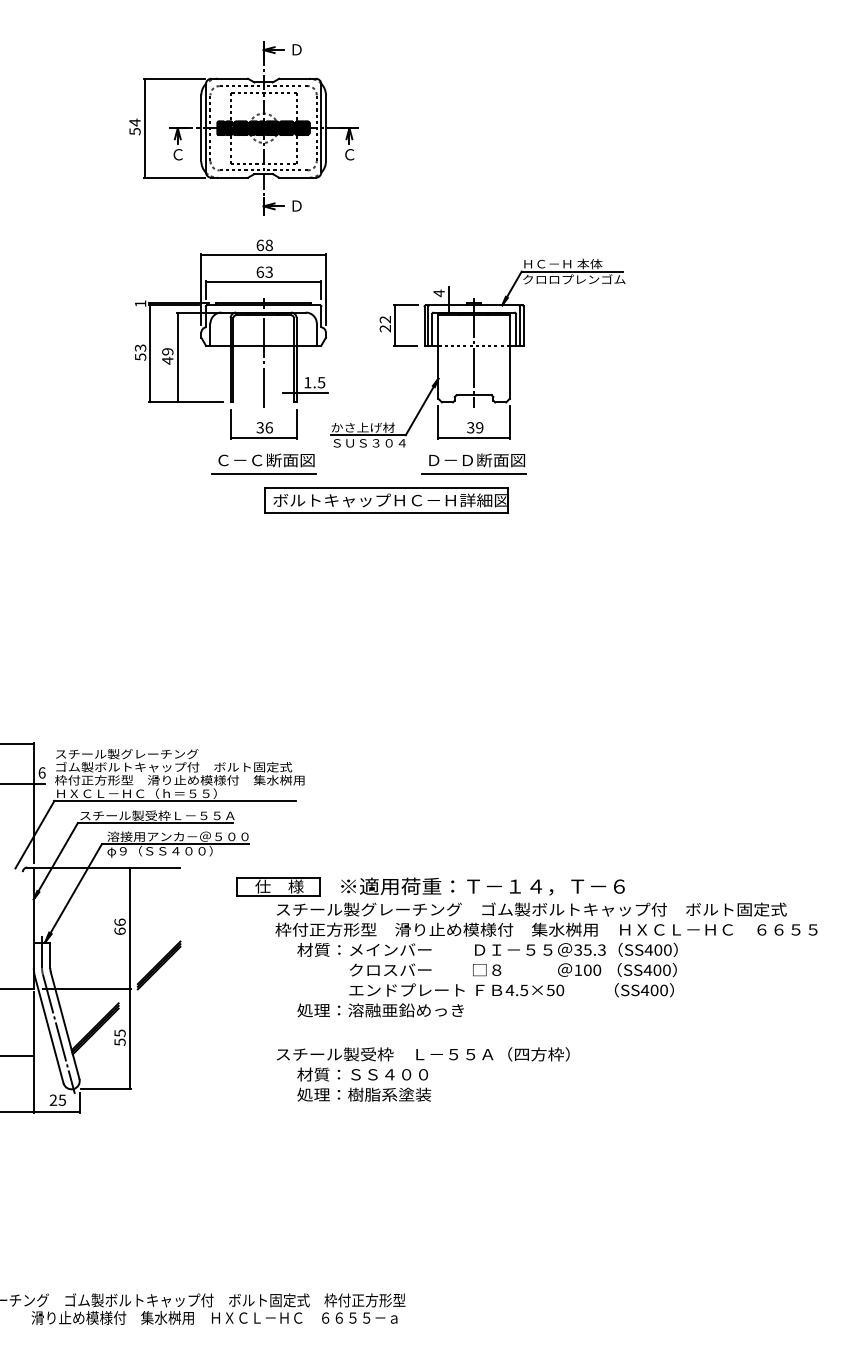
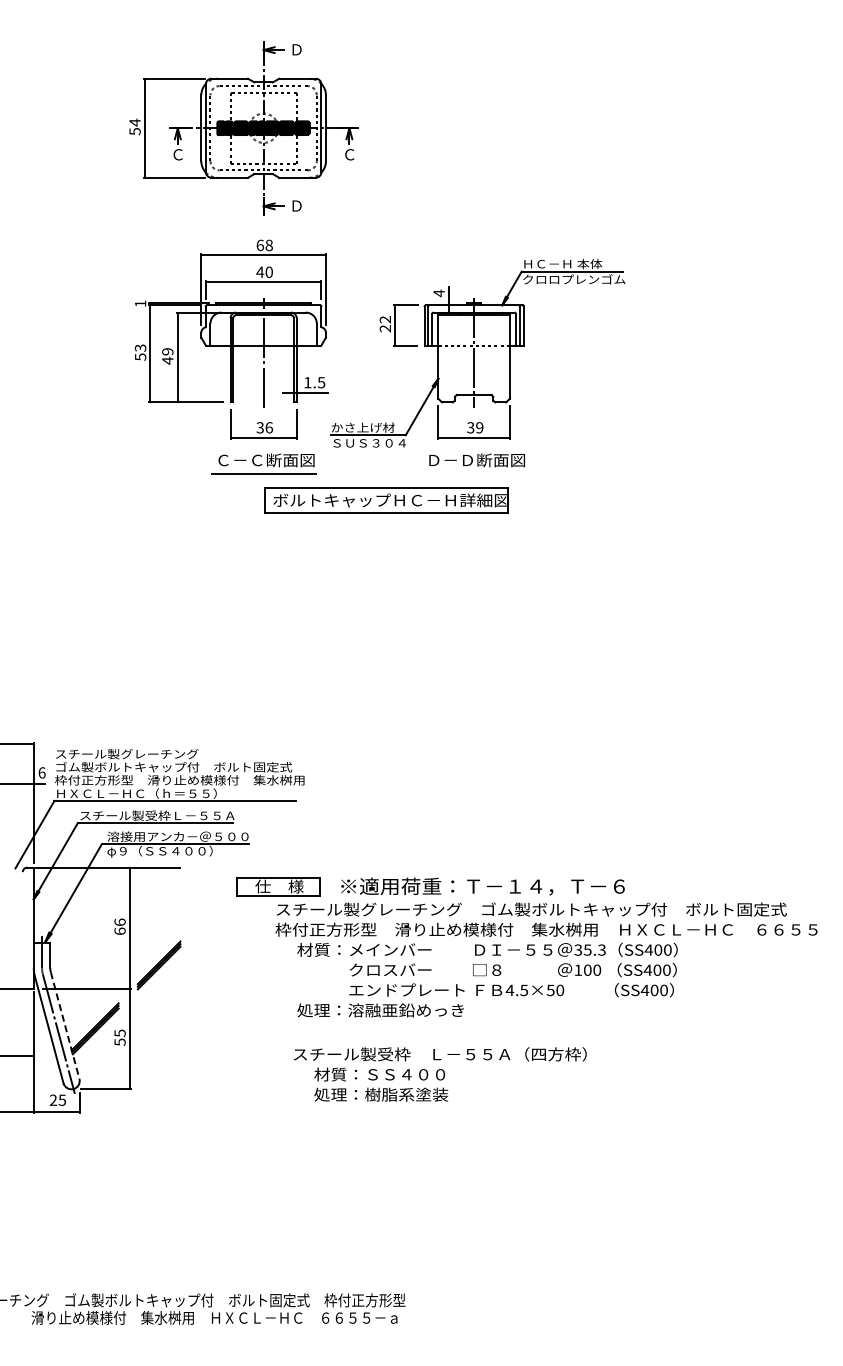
text at (264, 271): 63 -> 40
line at (473, 473): present -> none
line at (65, 1026): solid -> dashed
text at (422, 1074) position: (422, 1074) -> (439, 1074)
